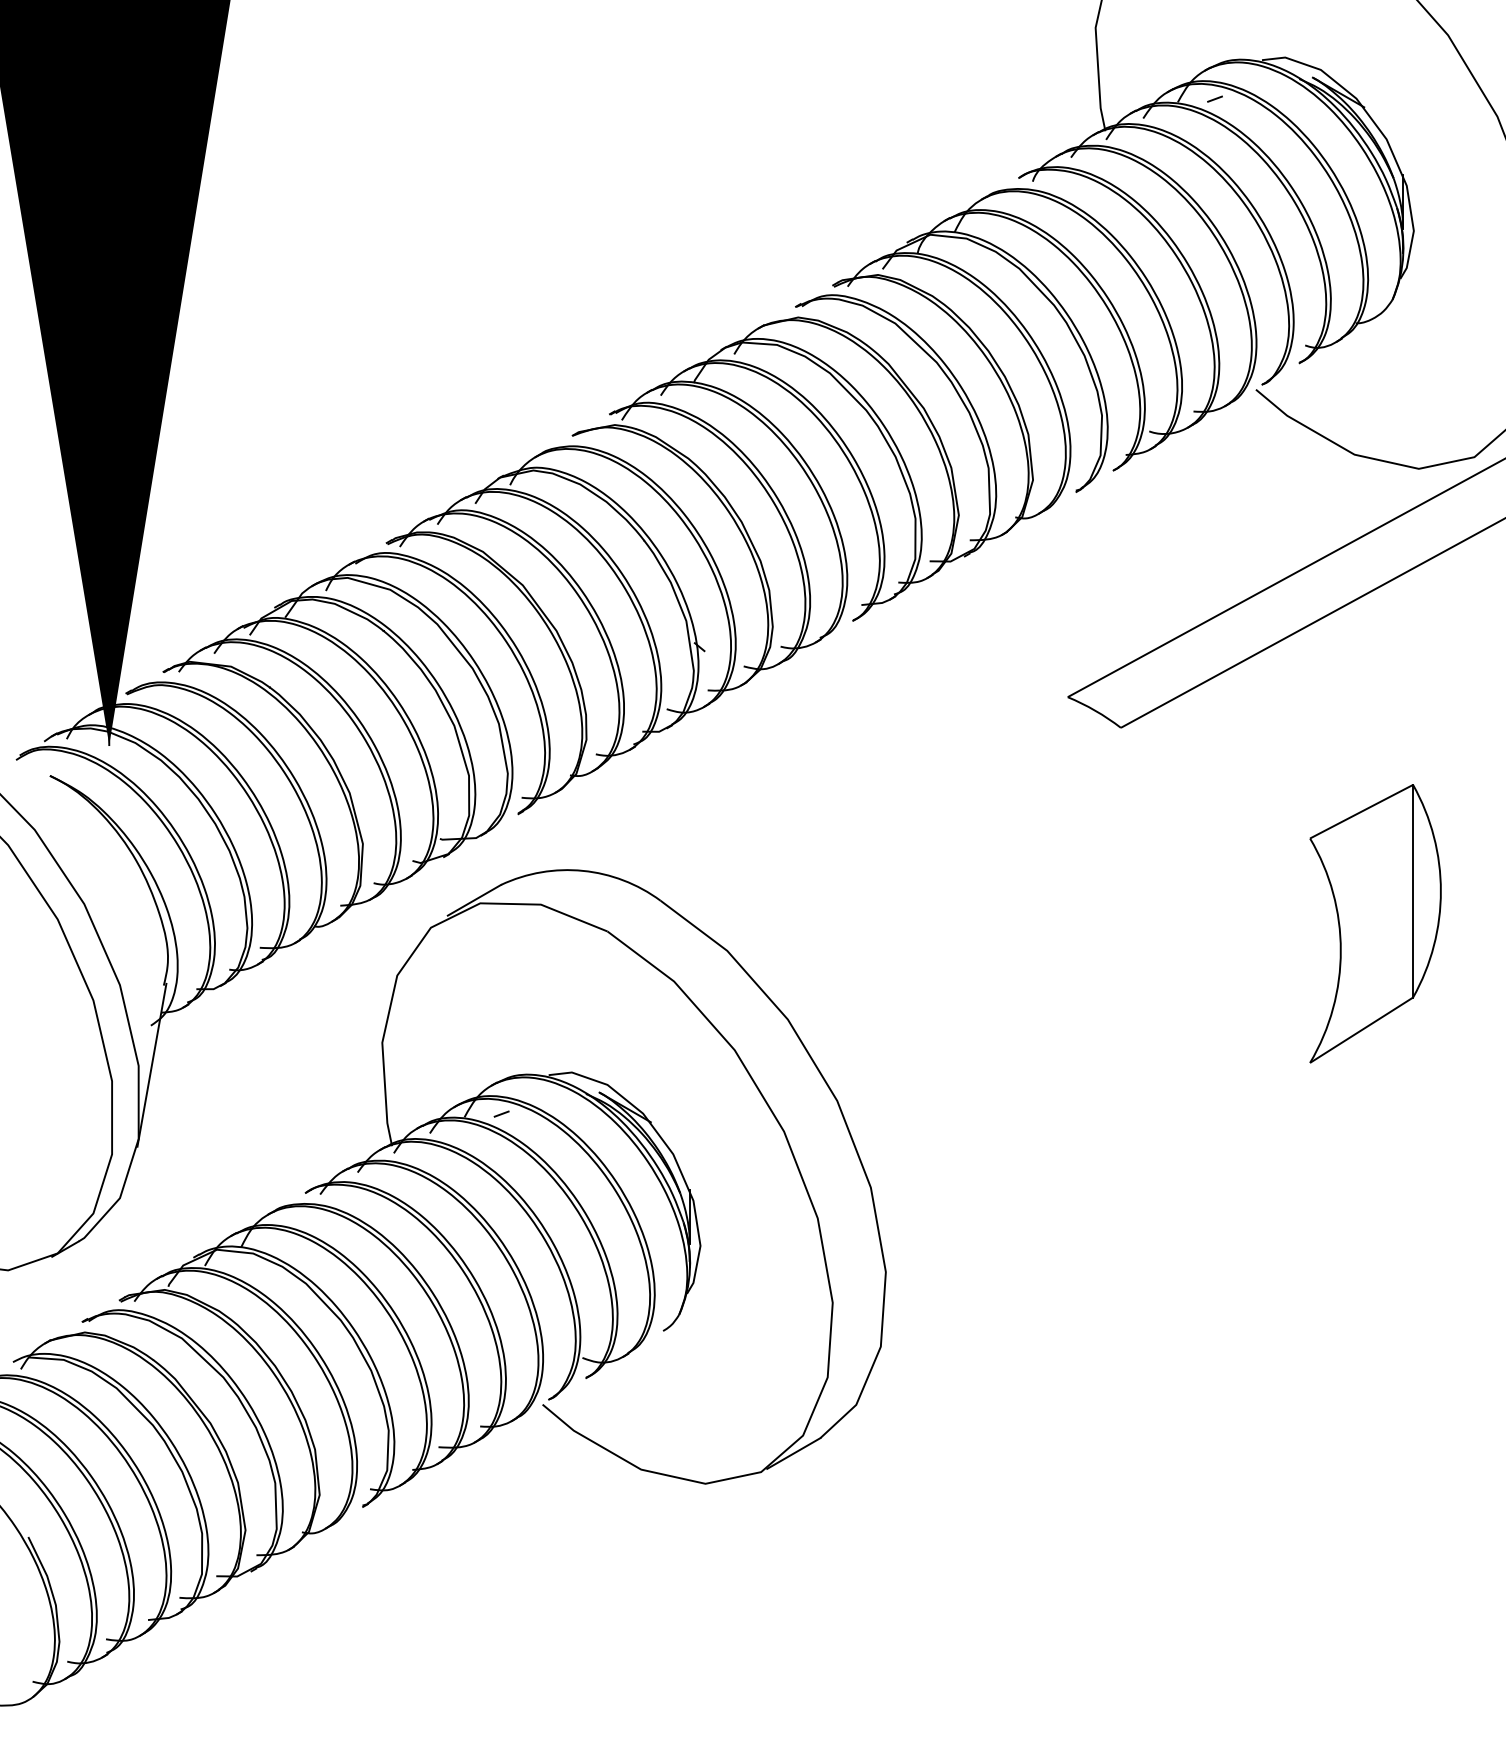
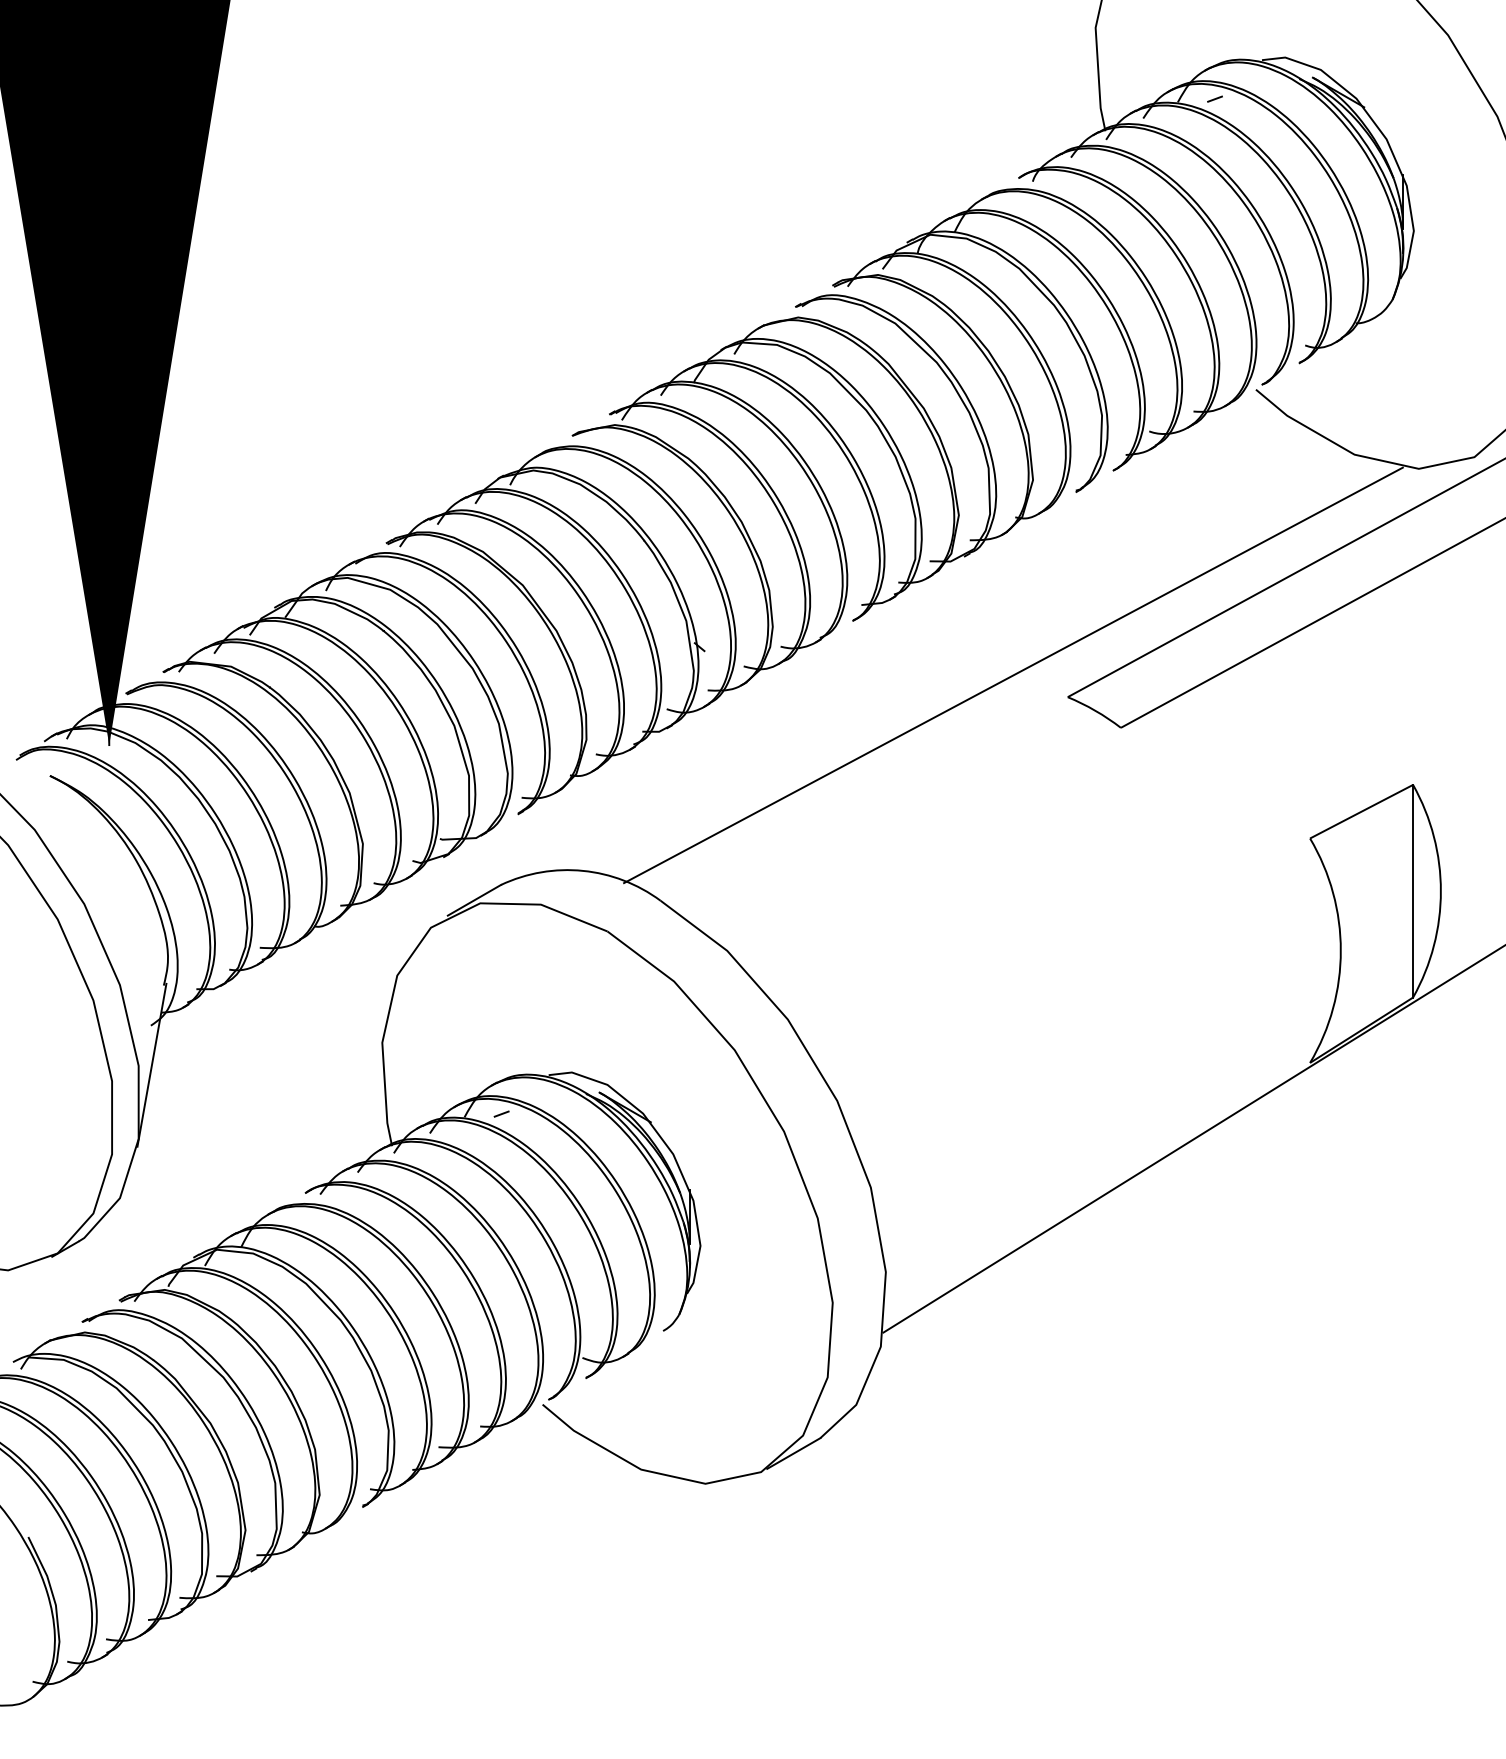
line at (1013, 675): none -> present
line at (1192, 1139): none -> present
